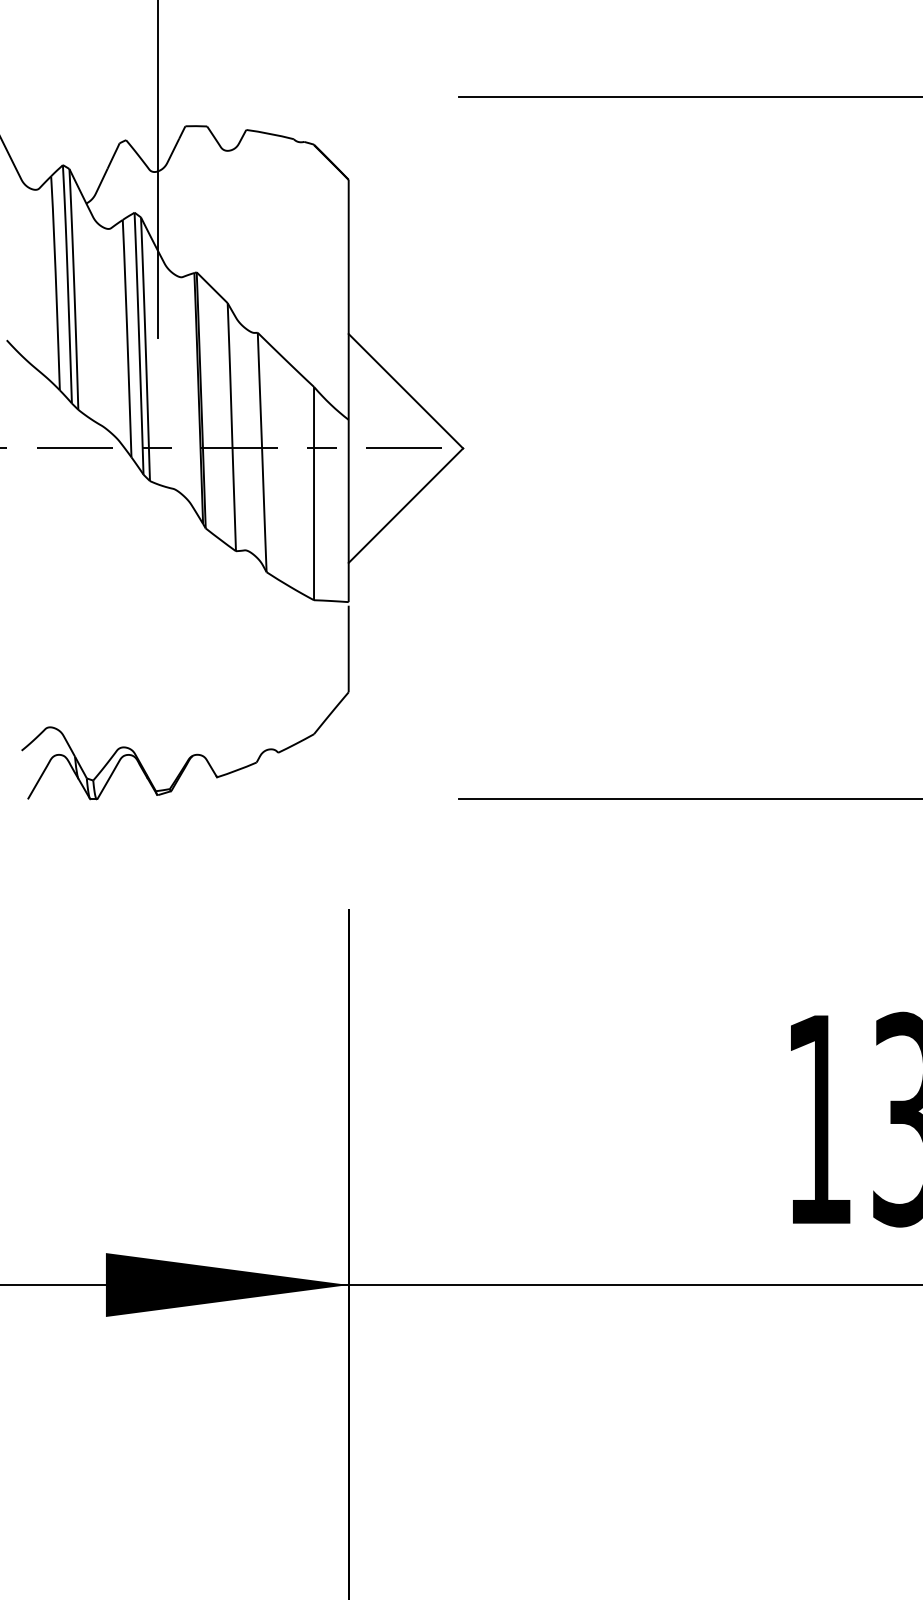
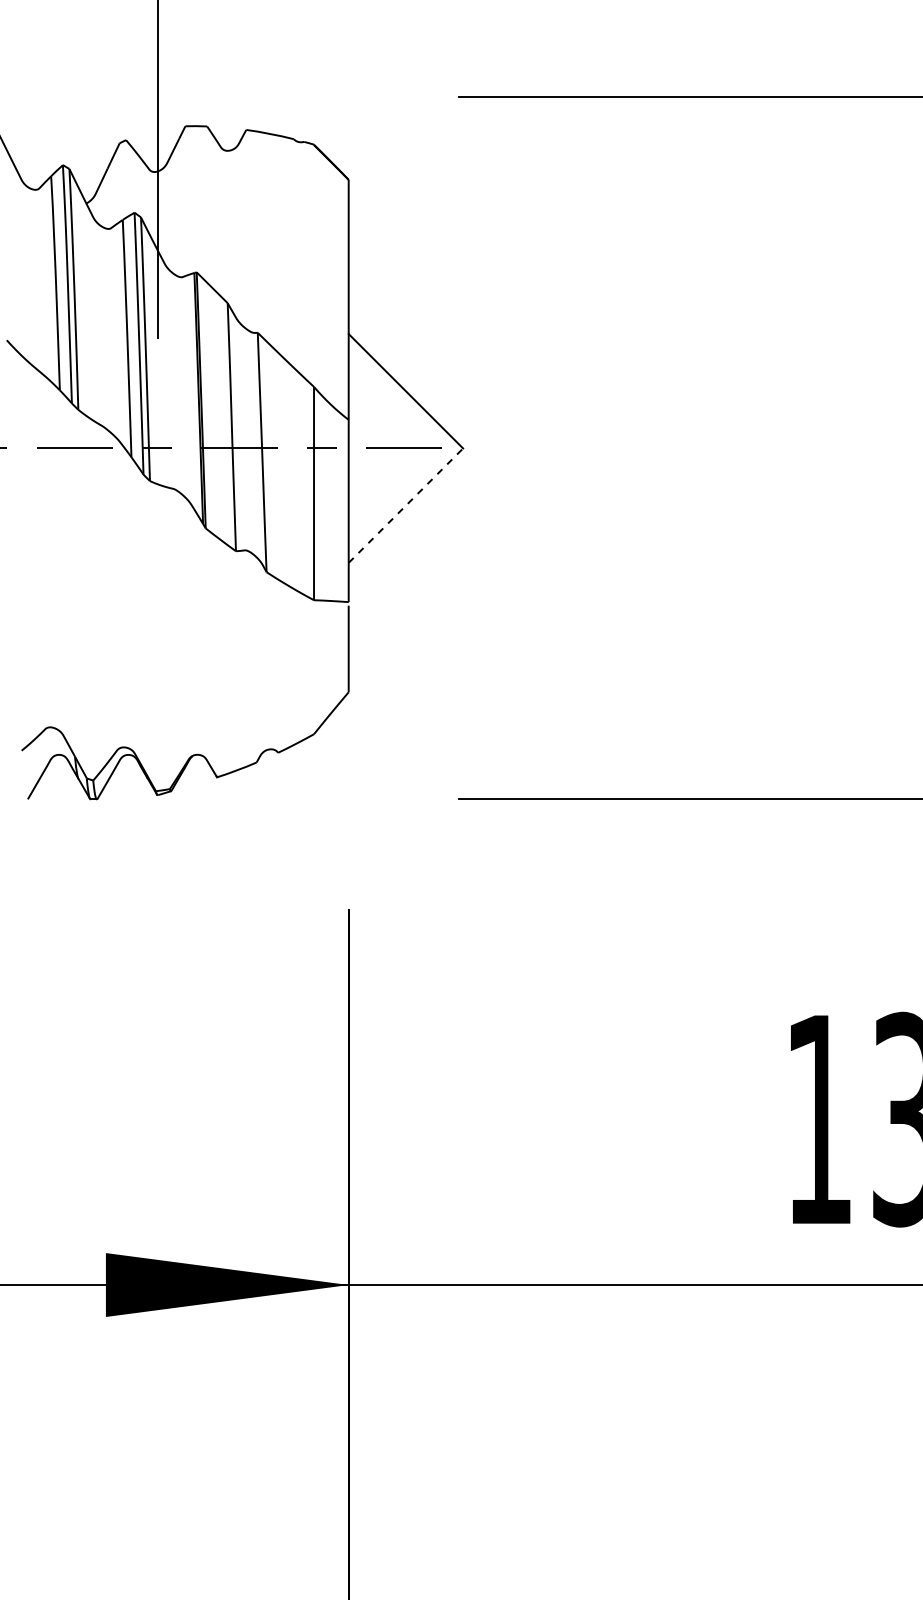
line at (405, 505): solid -> dashed
